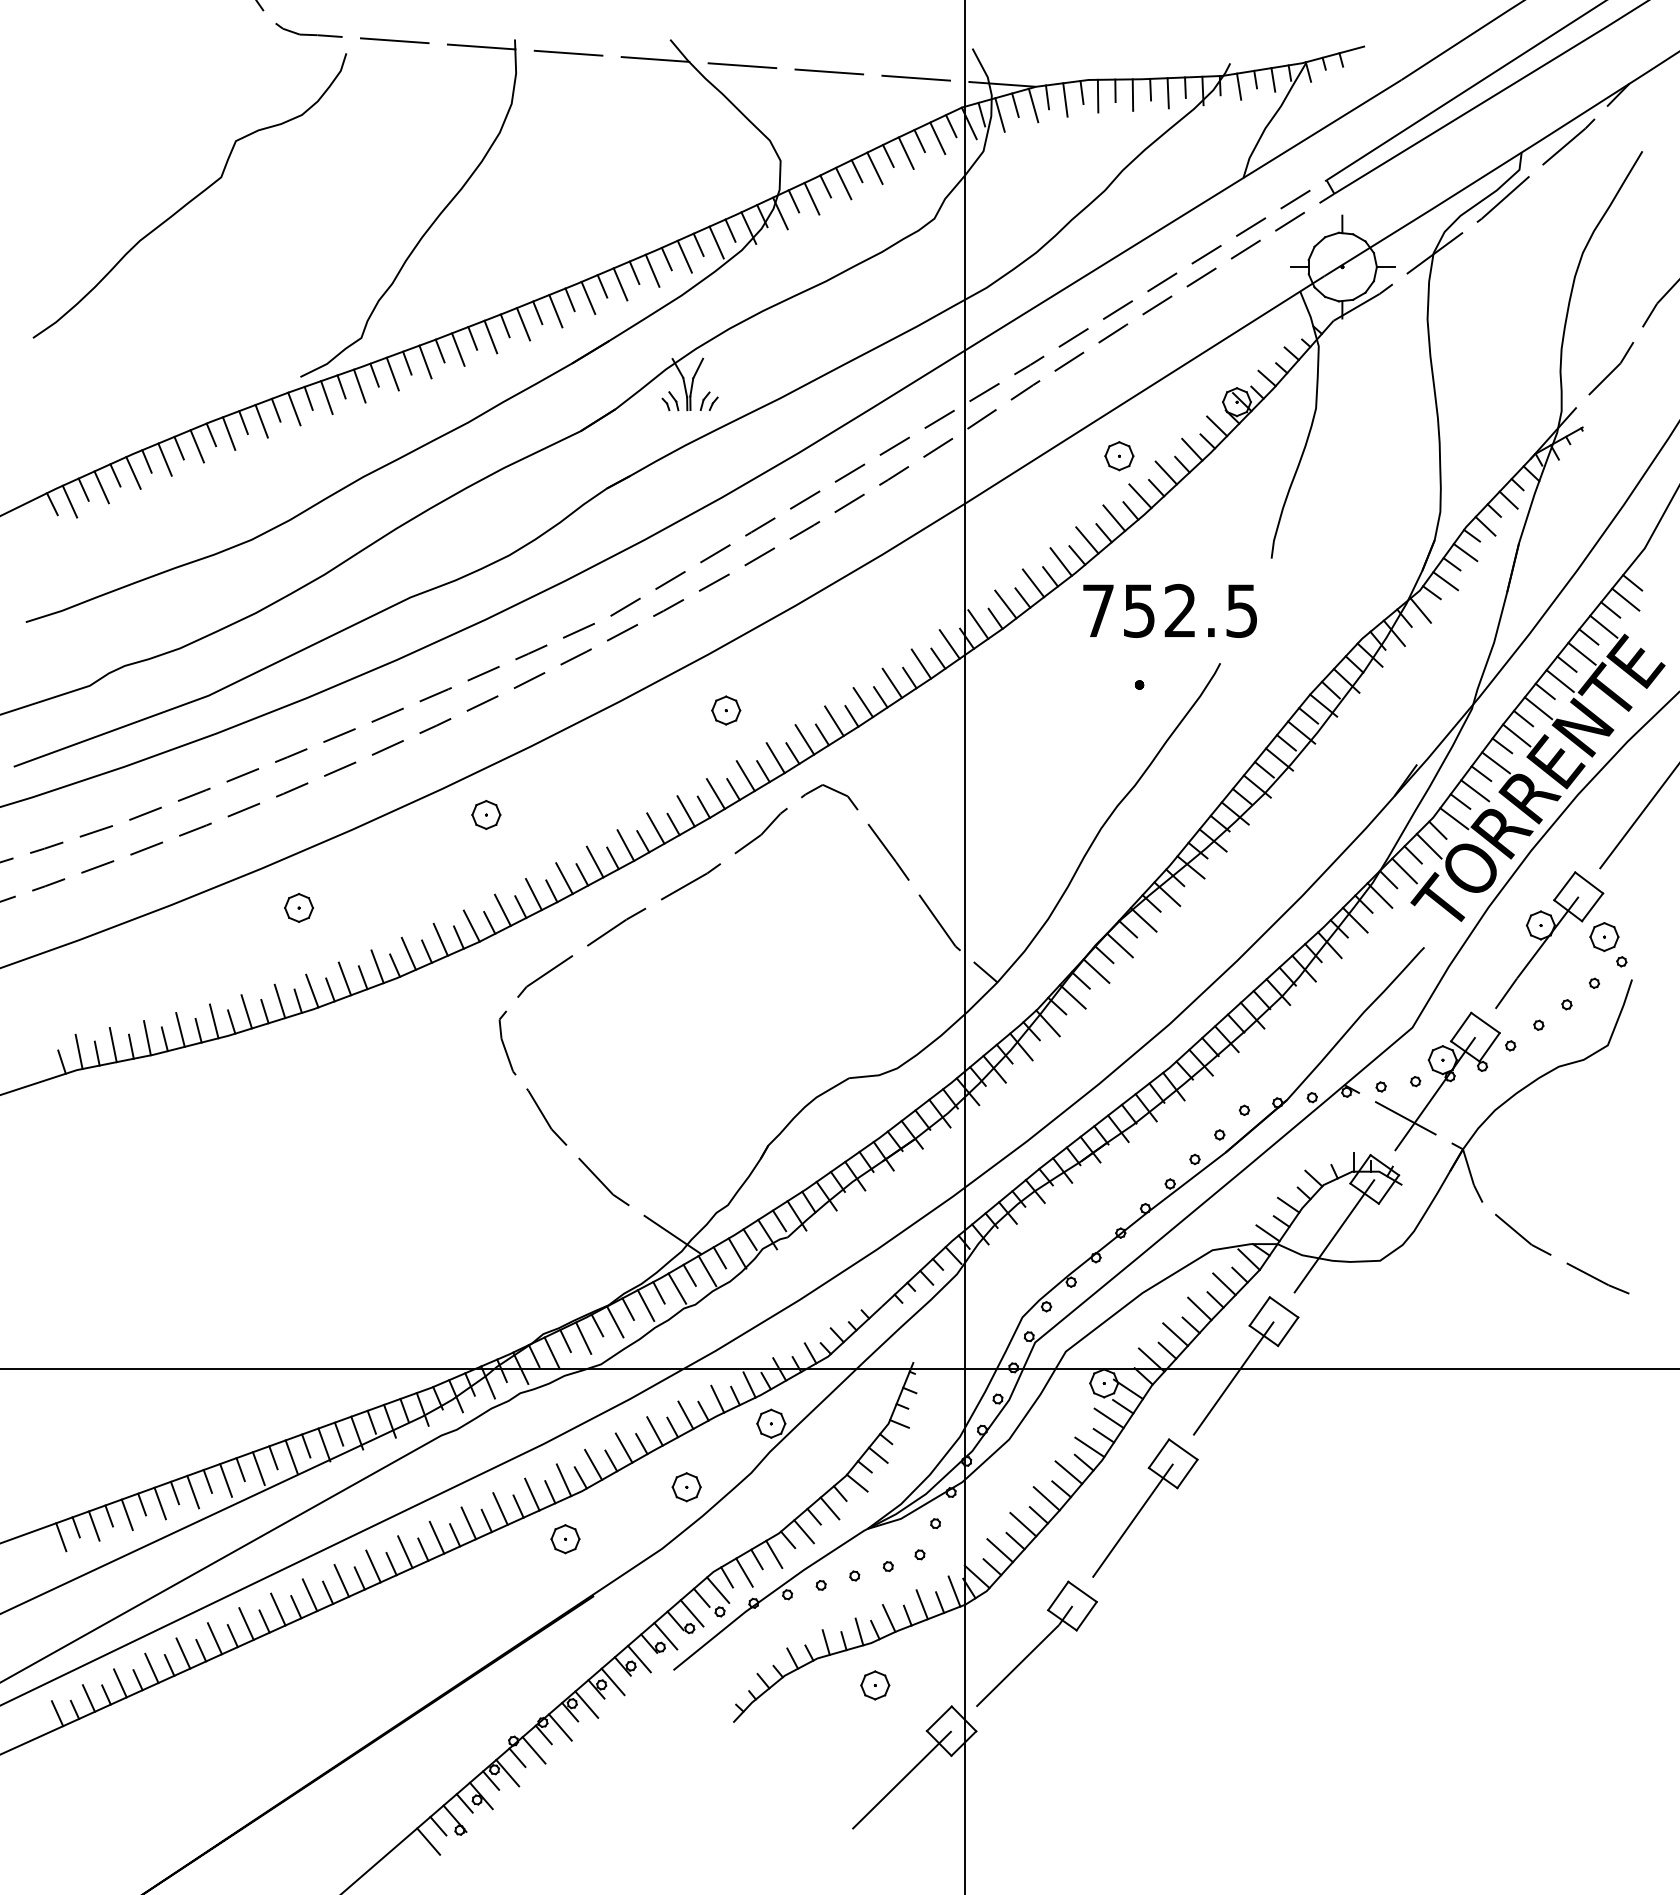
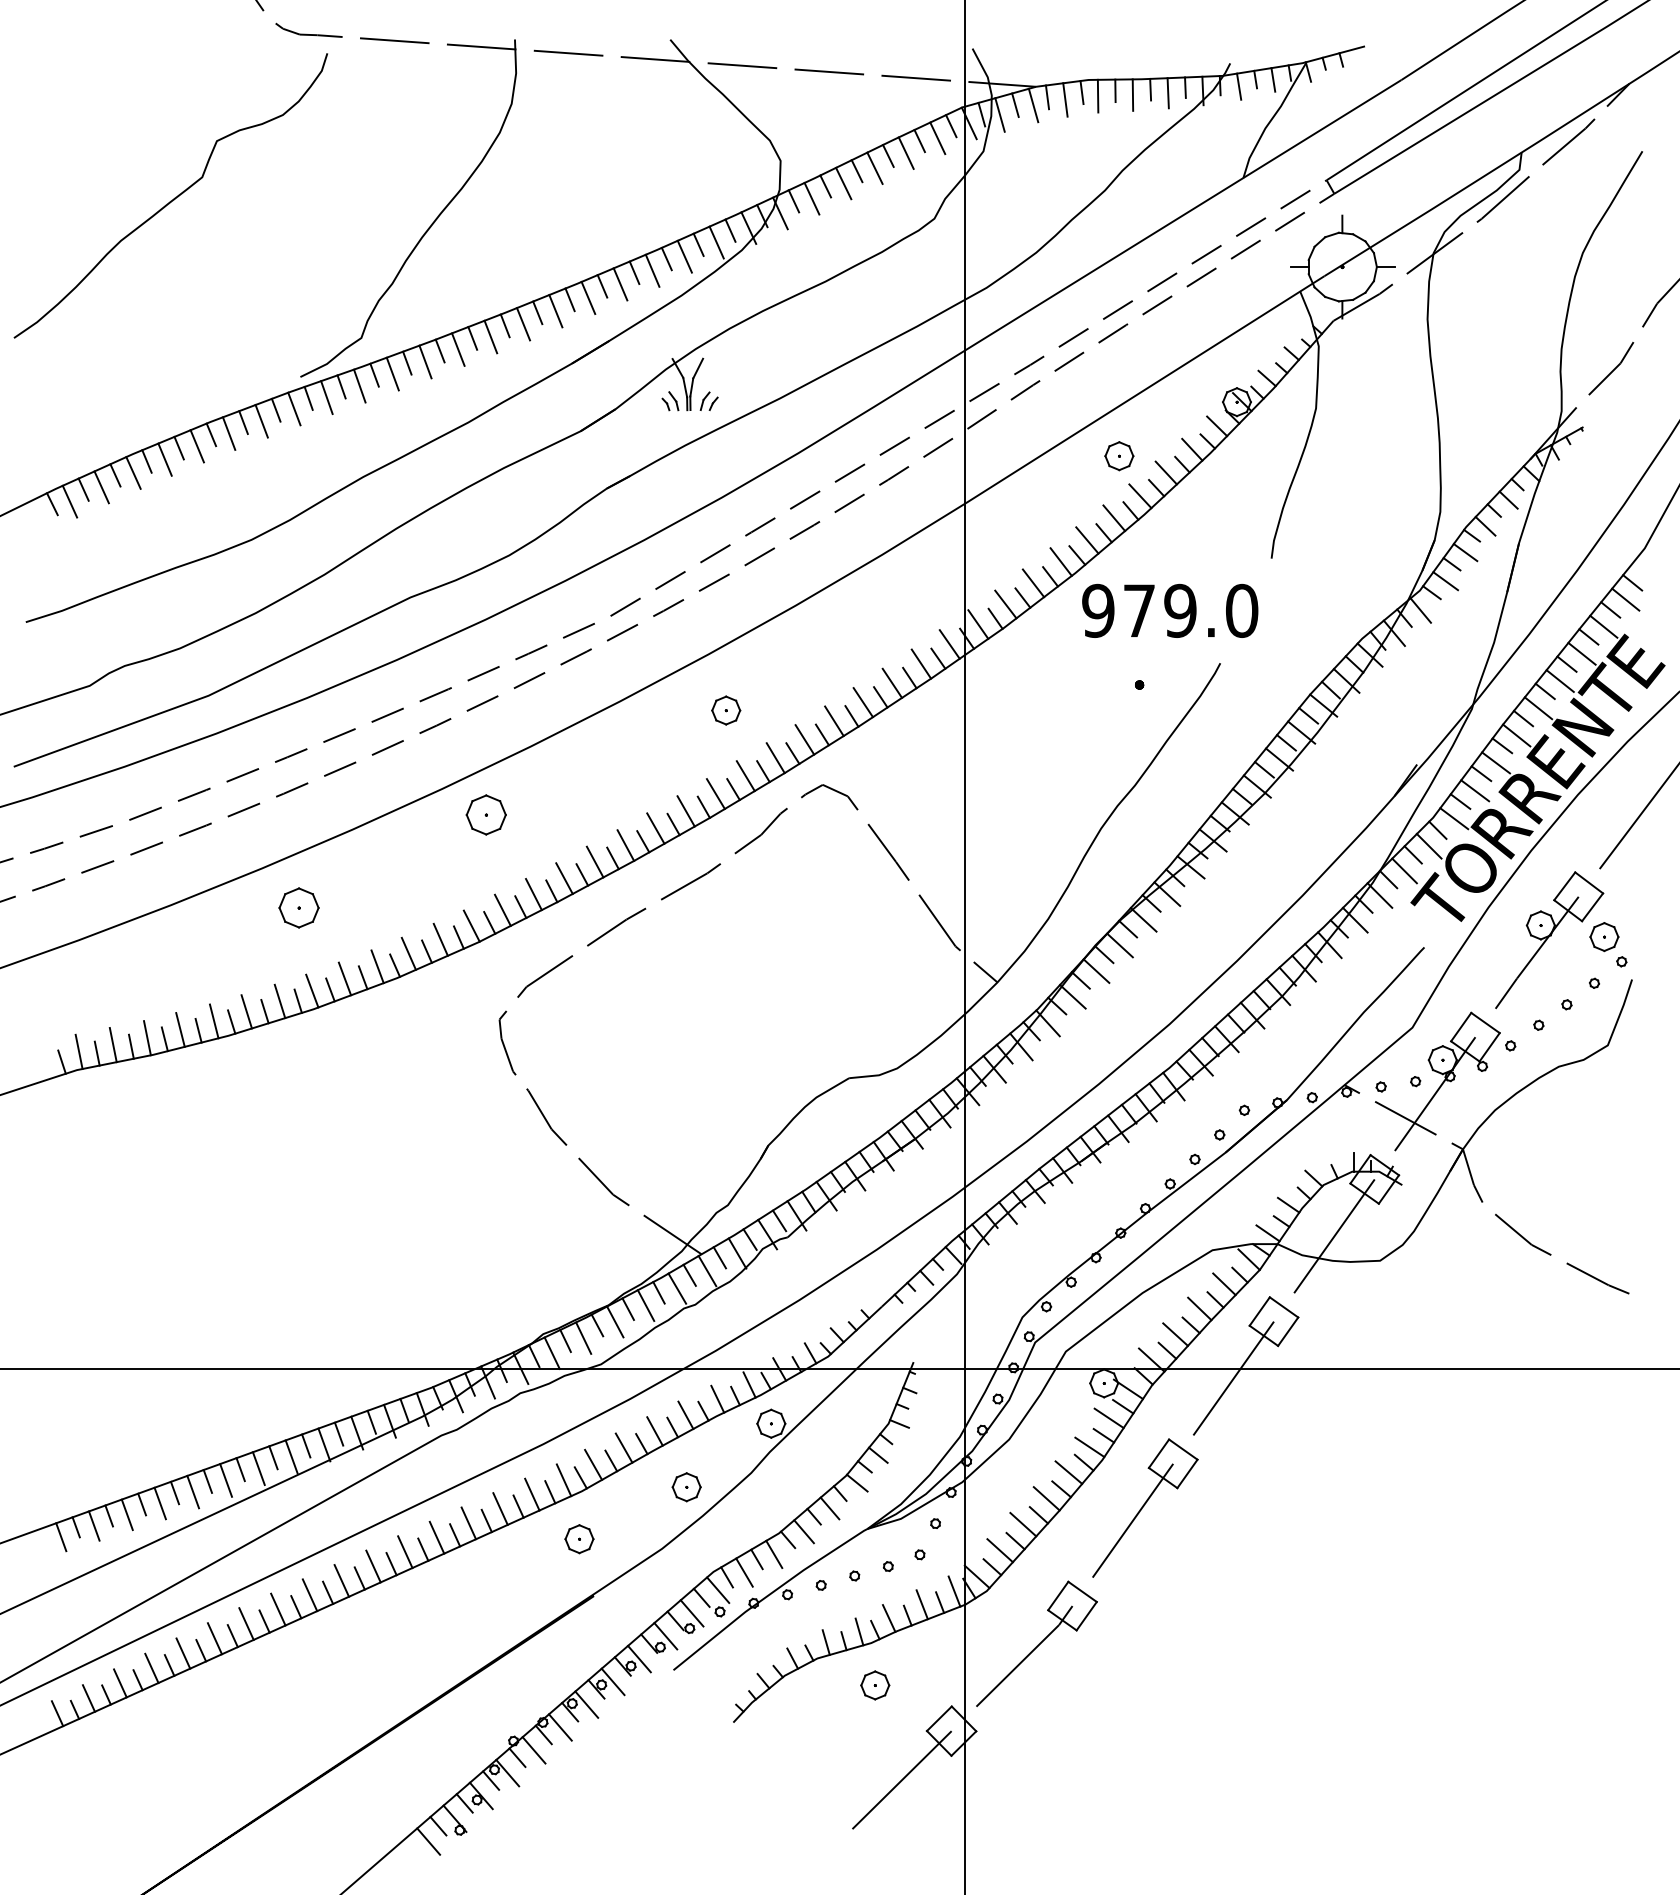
curve at (192, 198) position: (192, 198) -> (173, 198)
text at (1170, 610): 752.5 -> 979.0
part at (486, 814) size: 31x30 px -> 42x42 px
part at (298, 907) size: 30x30 px -> 42x42 px
part at (565, 1539) position: (565, 1539) -> (579, 1539)
